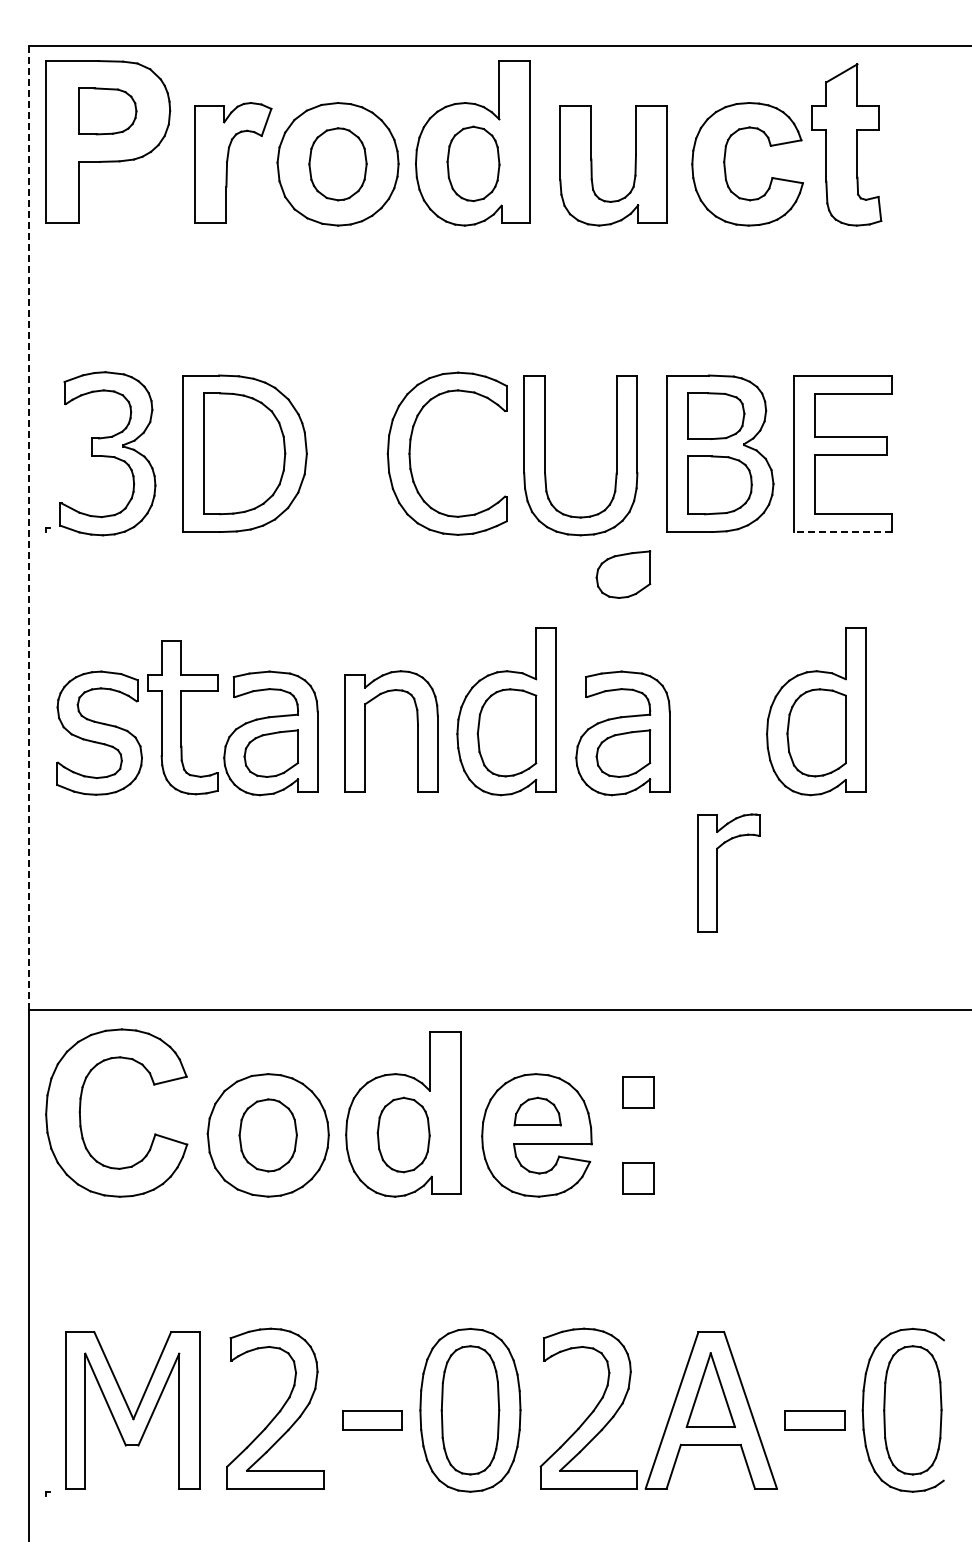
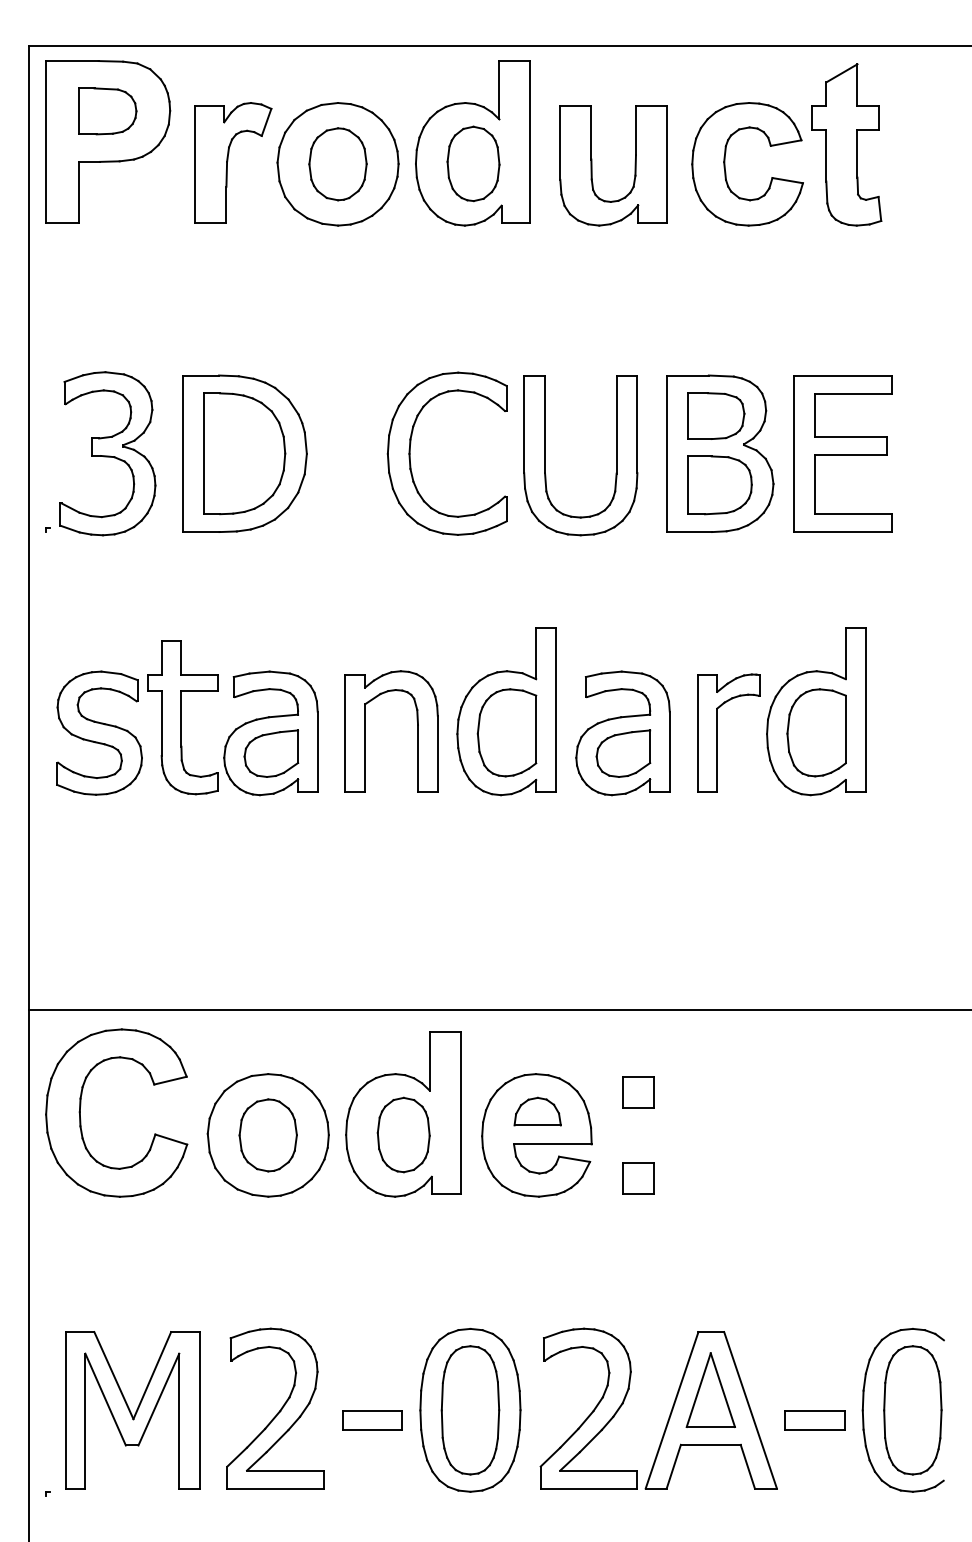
line at (29, 528): dashed -> solid
line at (843, 532): dashed -> solid
part at (623, 574): present -> none
part at (717, 872) position: (717, 872) -> (717, 732)
